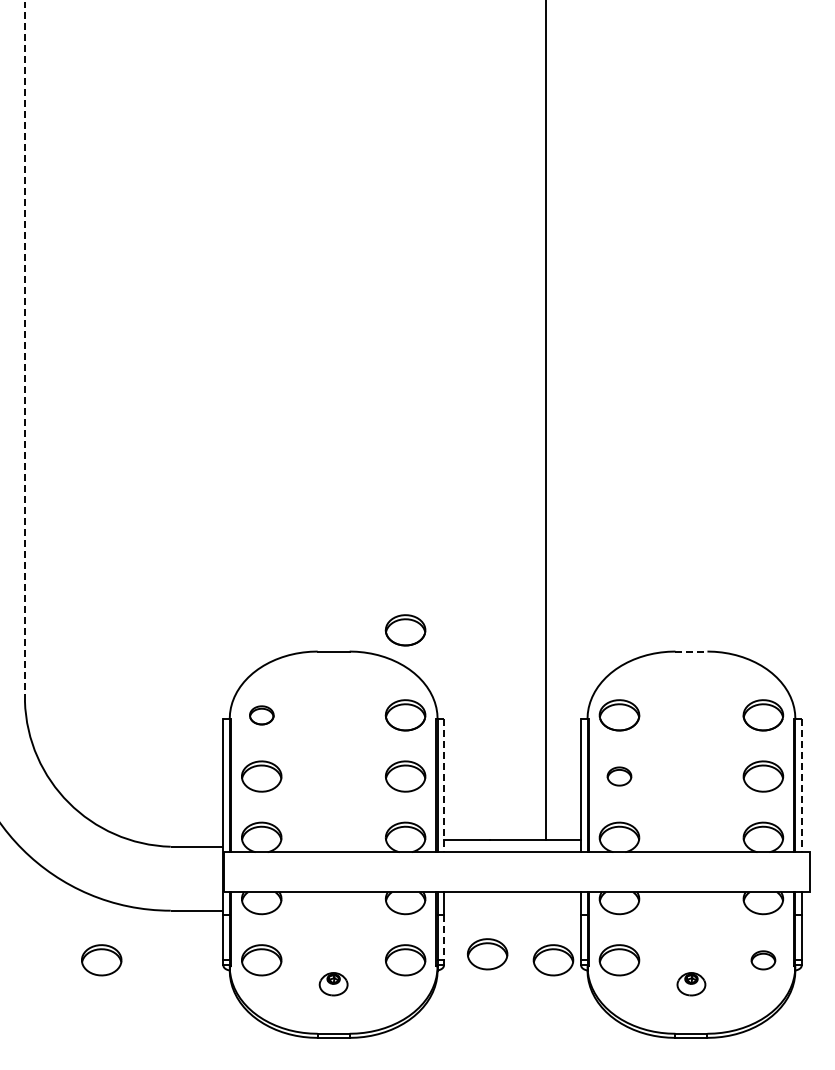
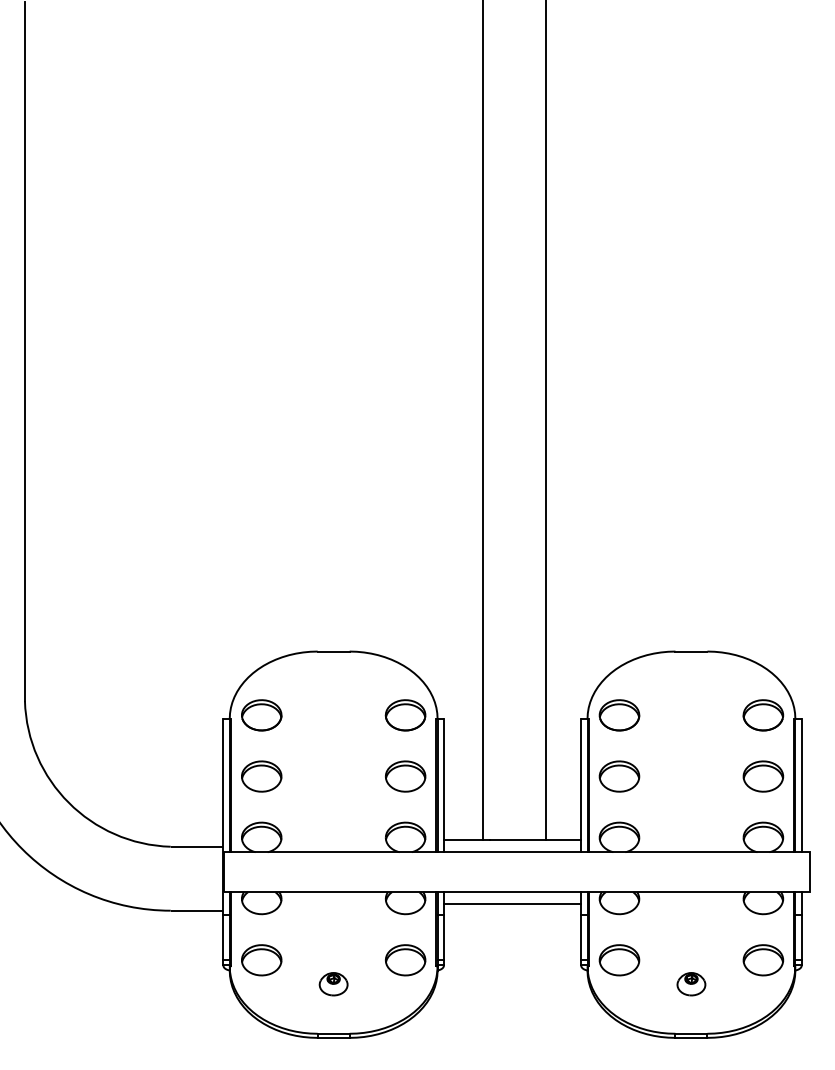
line at (24, 351): dashed -> solid
line at (482, 421): none -> present
part at (405, 630): present -> none
line at (691, 651): dashed -> solid
part at (261, 715) size: 26x21 px -> 42x33 px
part at (619, 776) size: 27x21 px -> 43x33 px
line at (444, 785): dashed -> solid
line at (801, 785): dashed -> solid
line at (512, 904): none -> present
line at (444, 937): dashed -> solid
part at (487, 954): present -> none
part at (101, 960): present -> none
part at (553, 960): present -> none
part at (763, 960) size: 27x21 px -> 43x33 px
